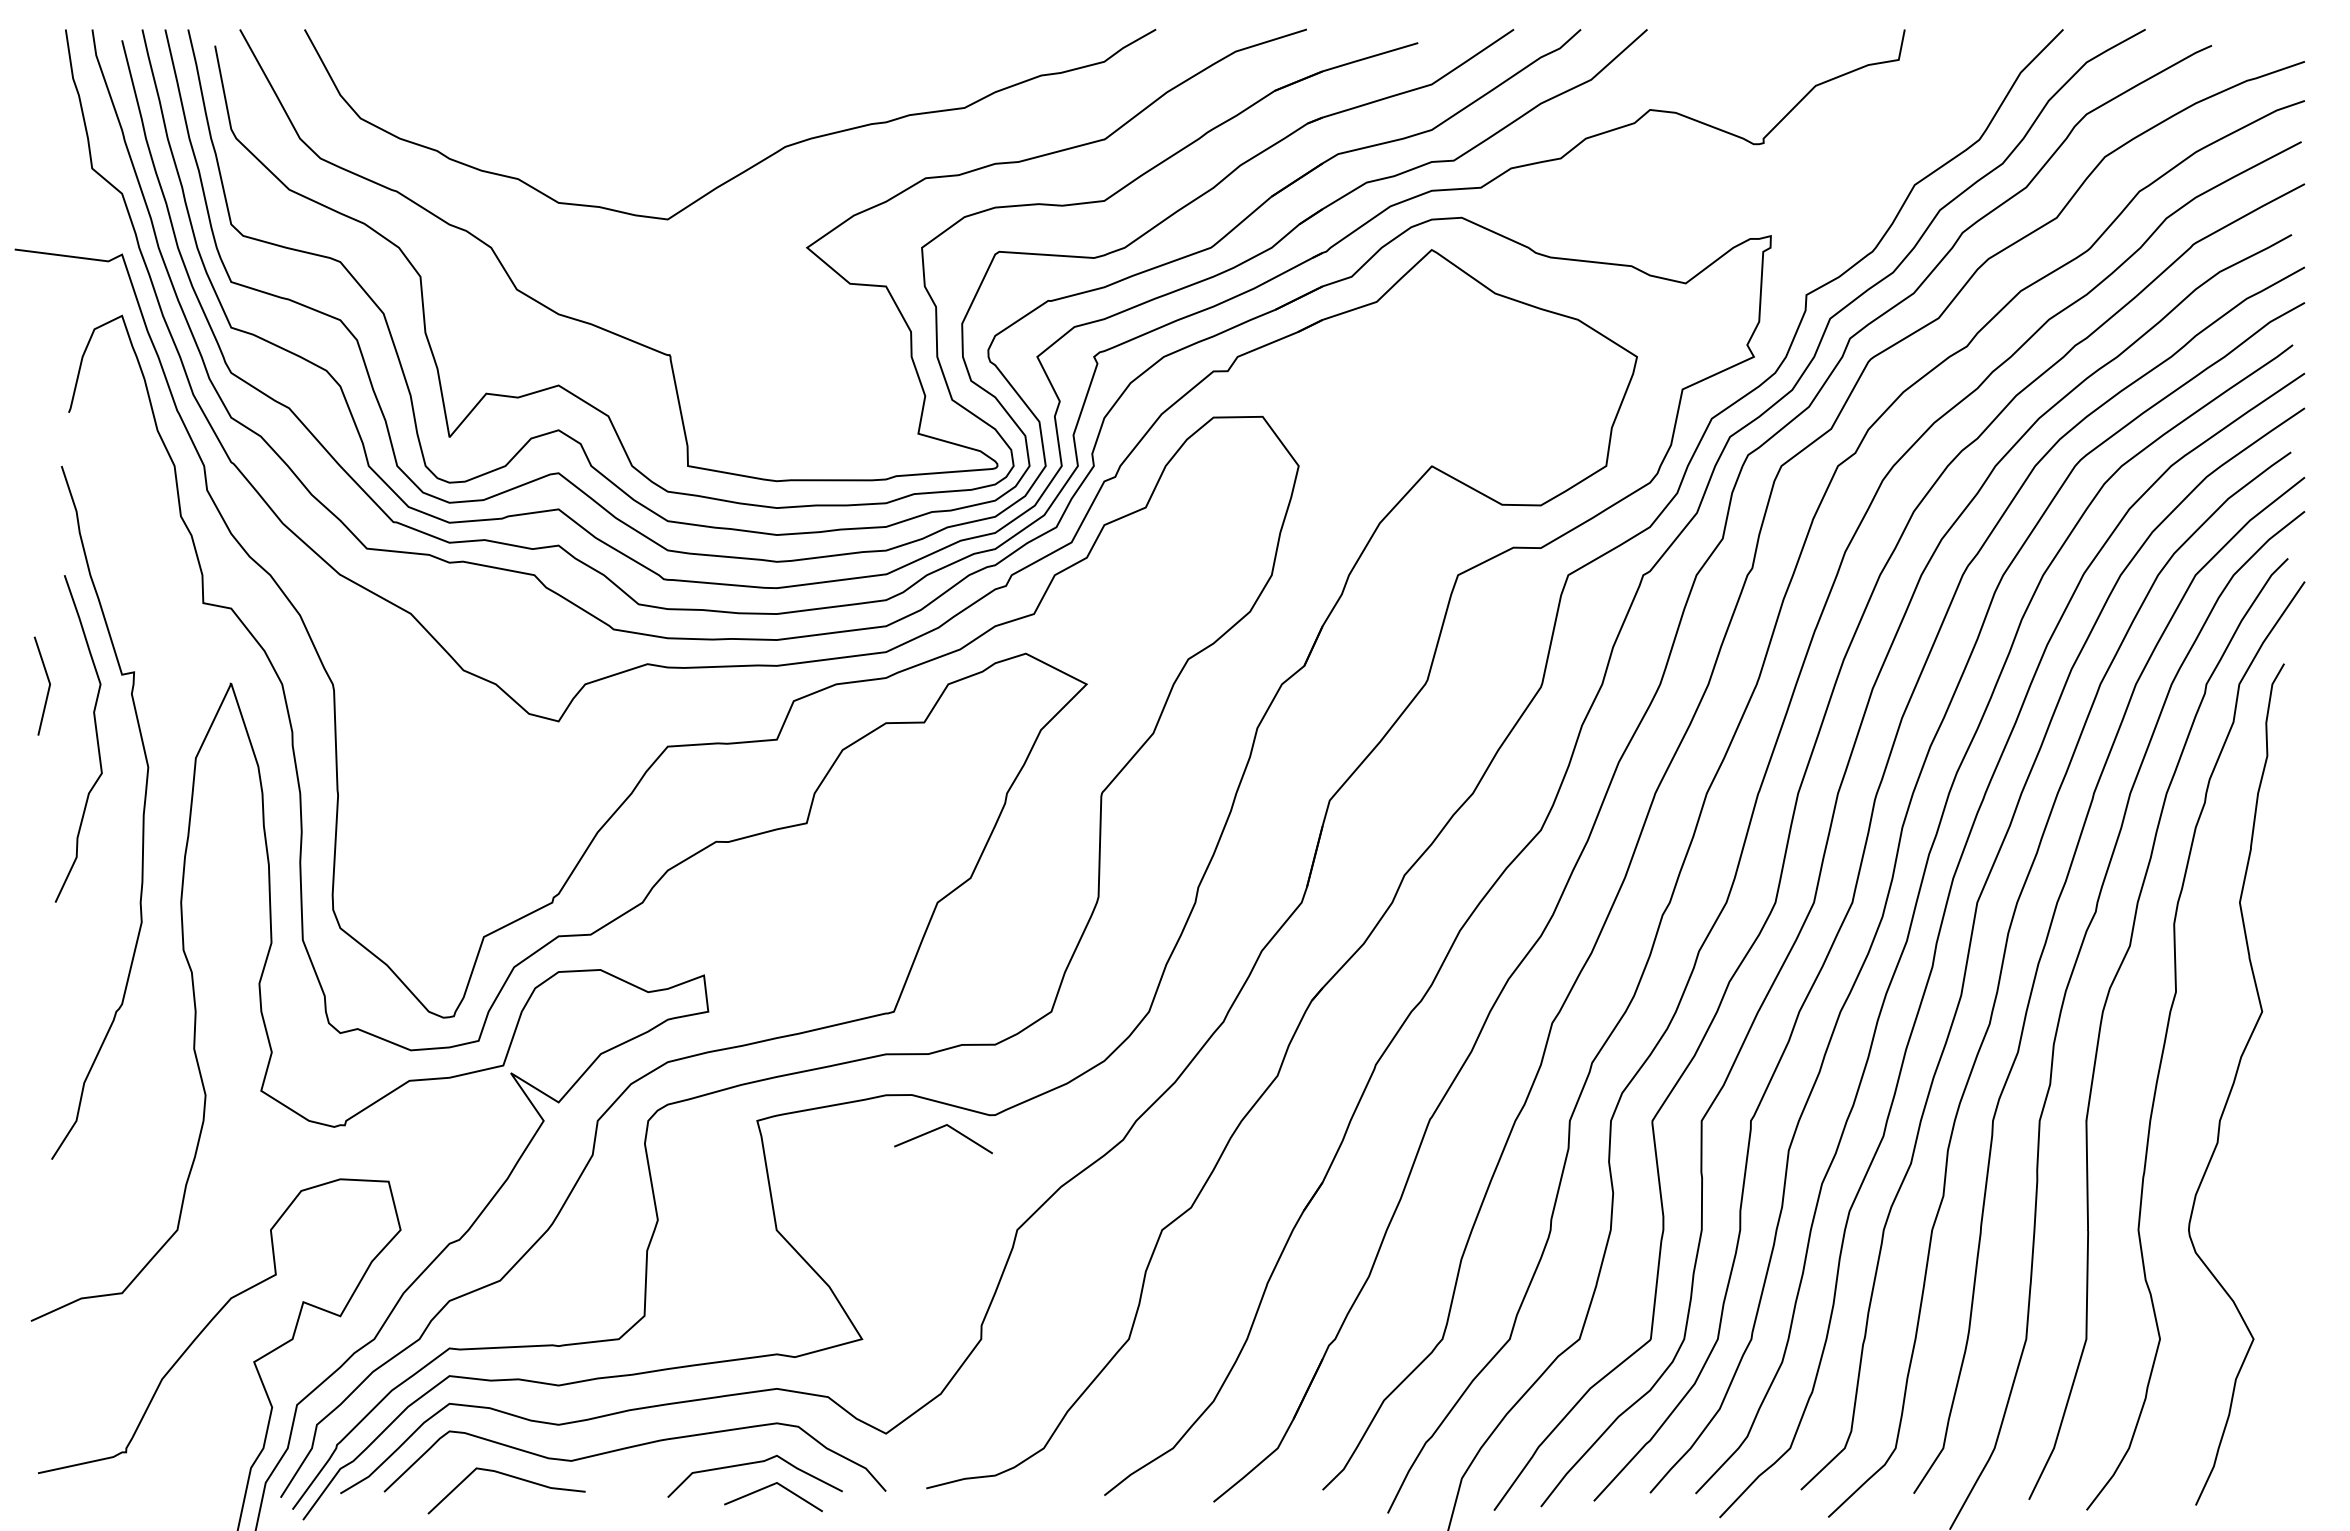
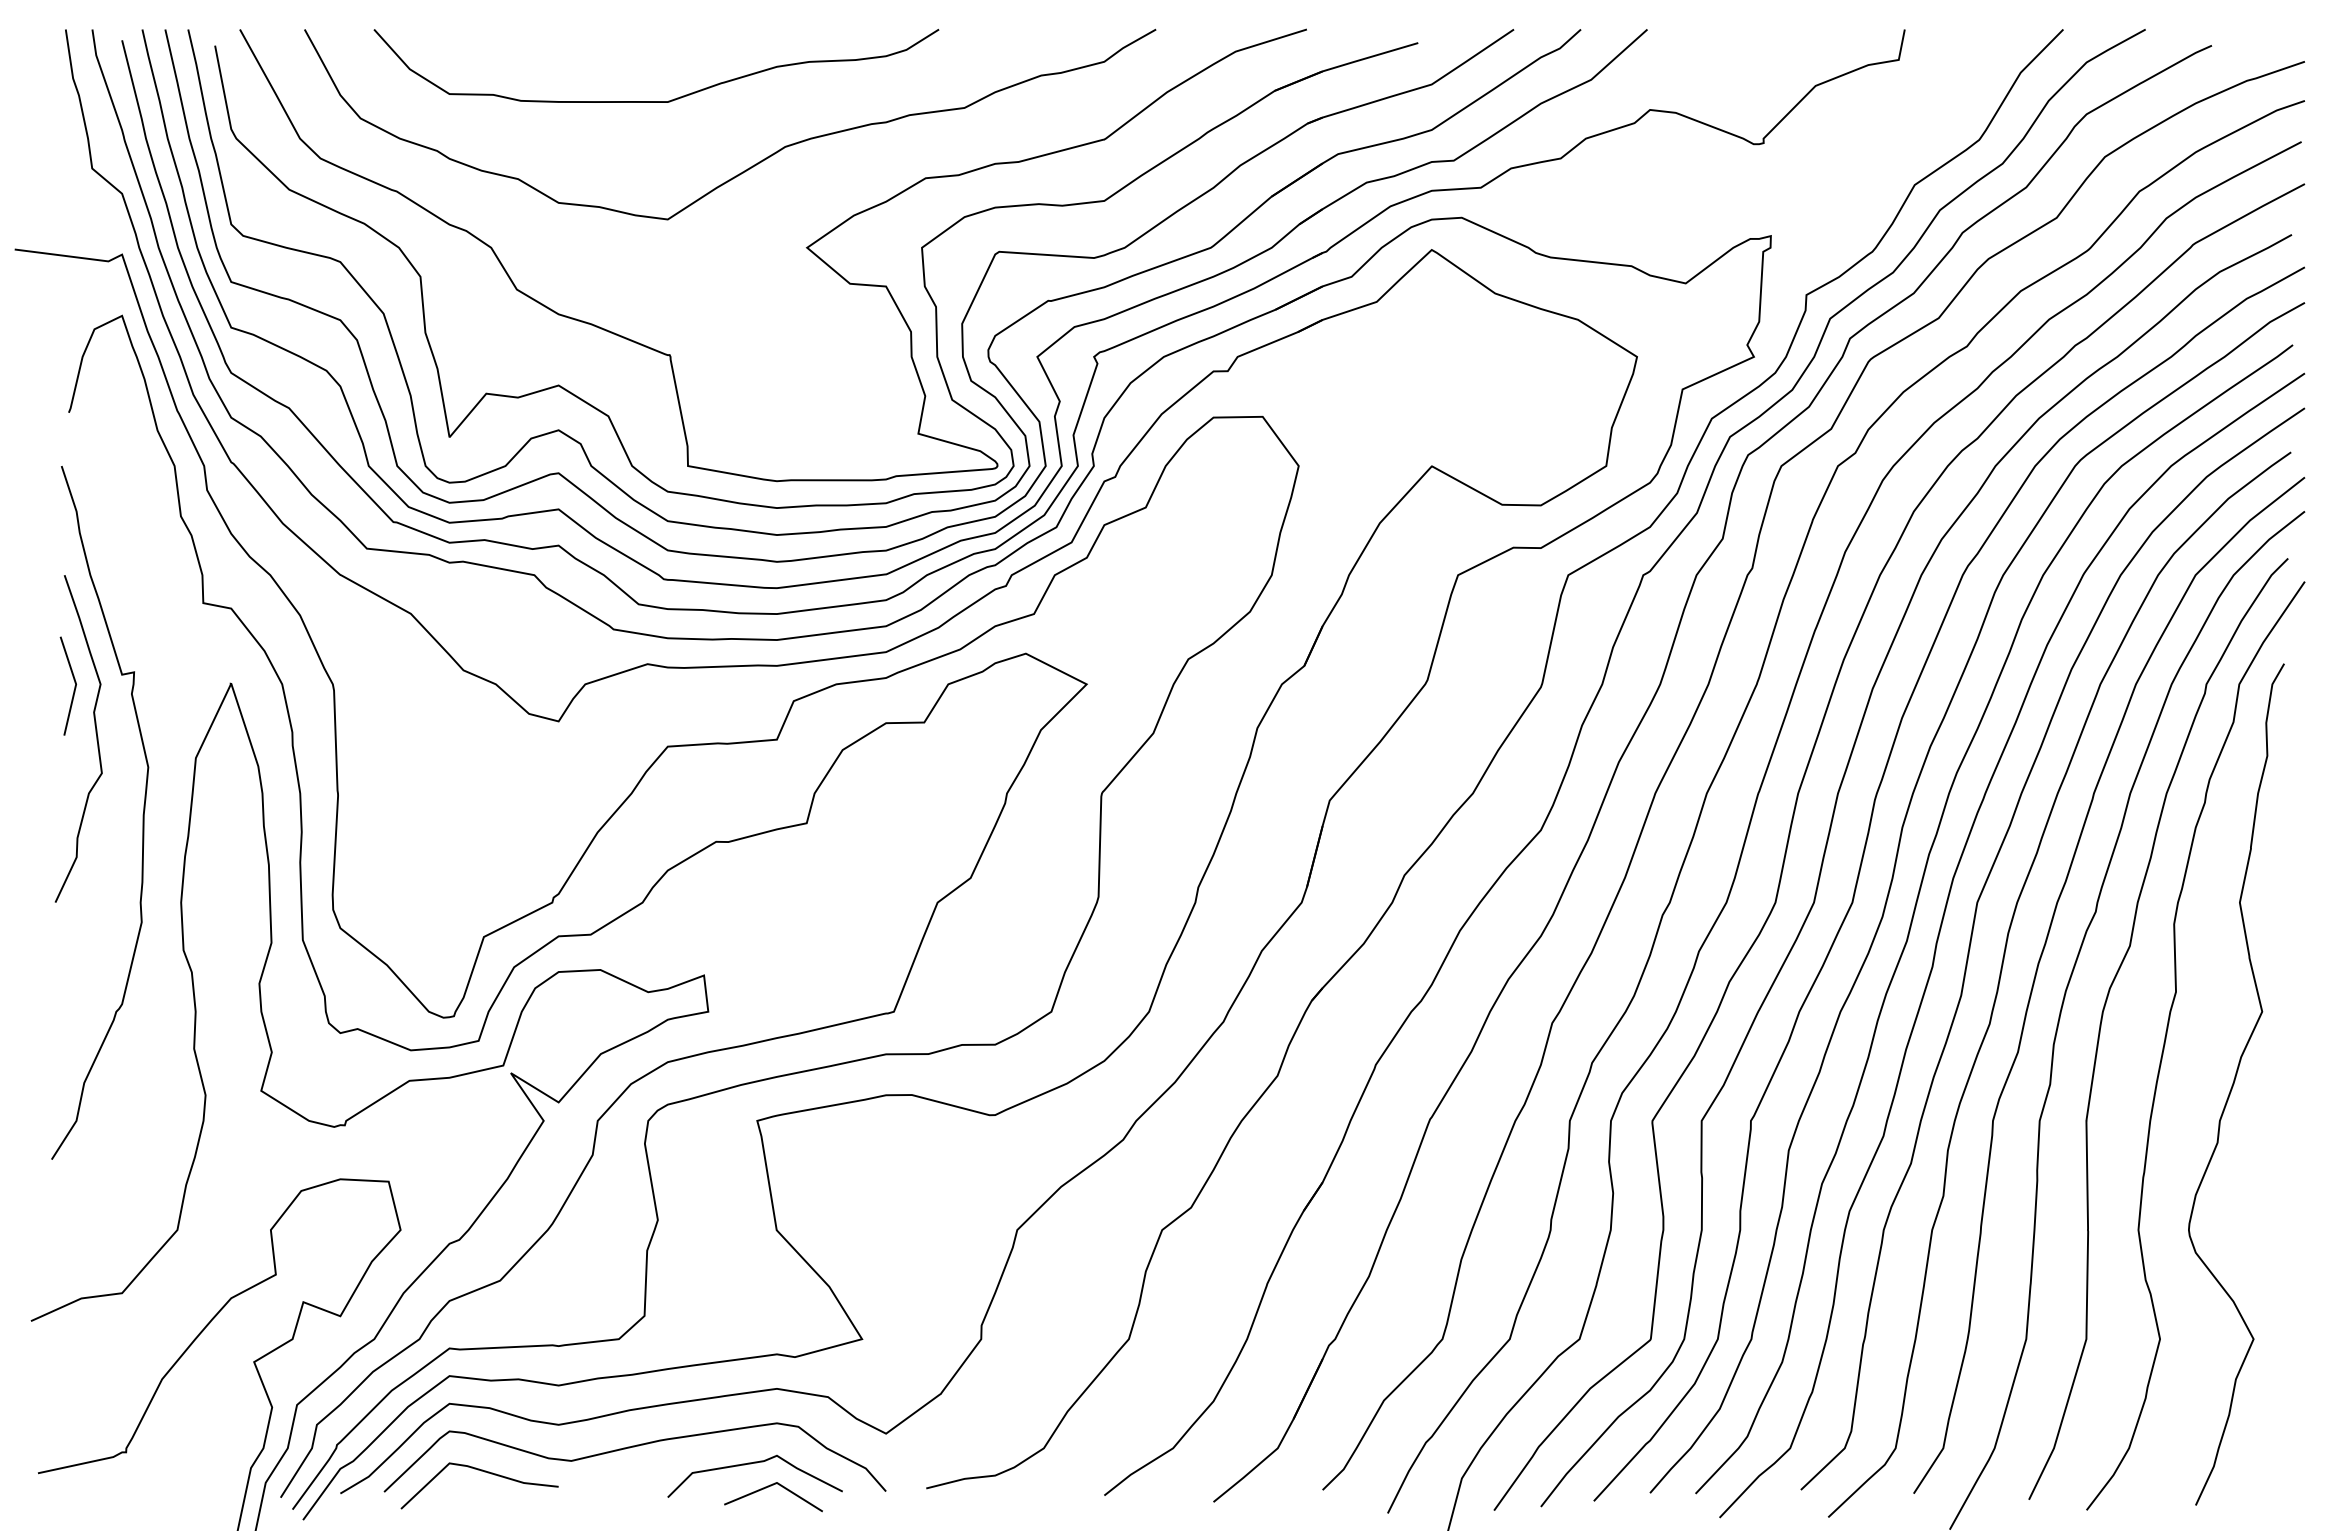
curve at (656, 101): none -> present
line at (48, 686) position: (48, 686) -> (74, 686)
line at (941, 1128): present -> none
line at (511, 1477) position: (511, 1477) -> (484, 1472)
